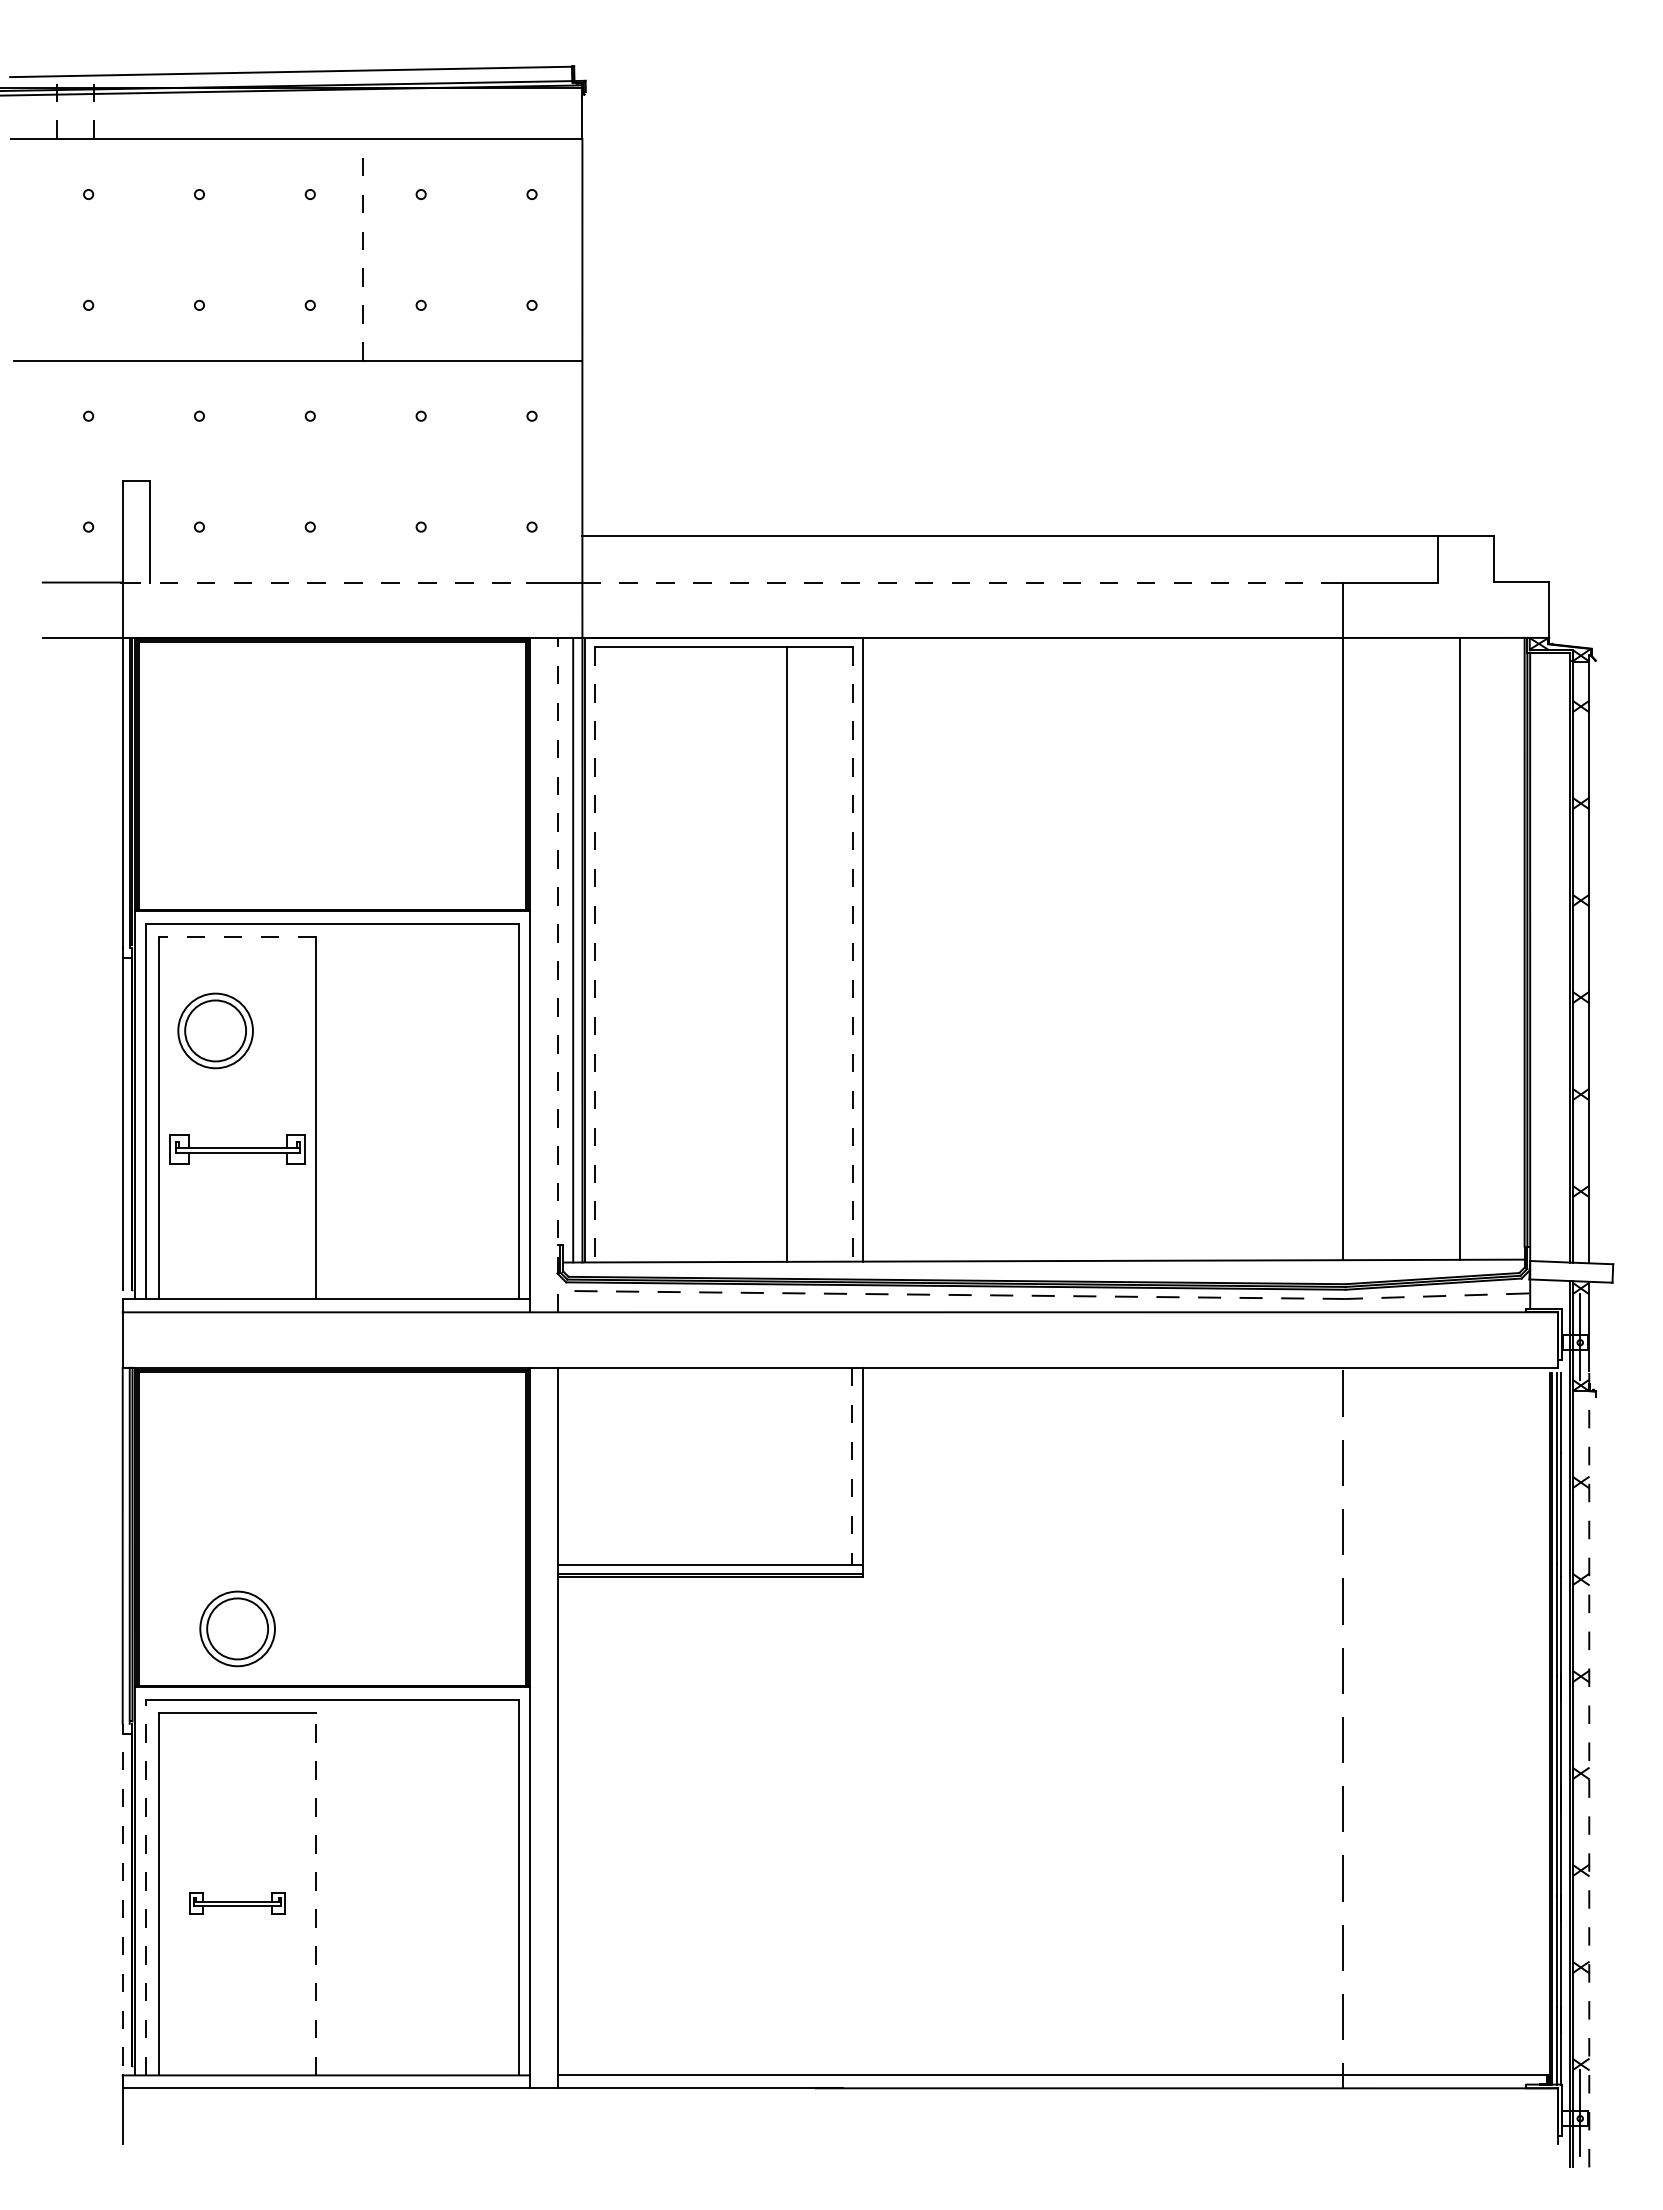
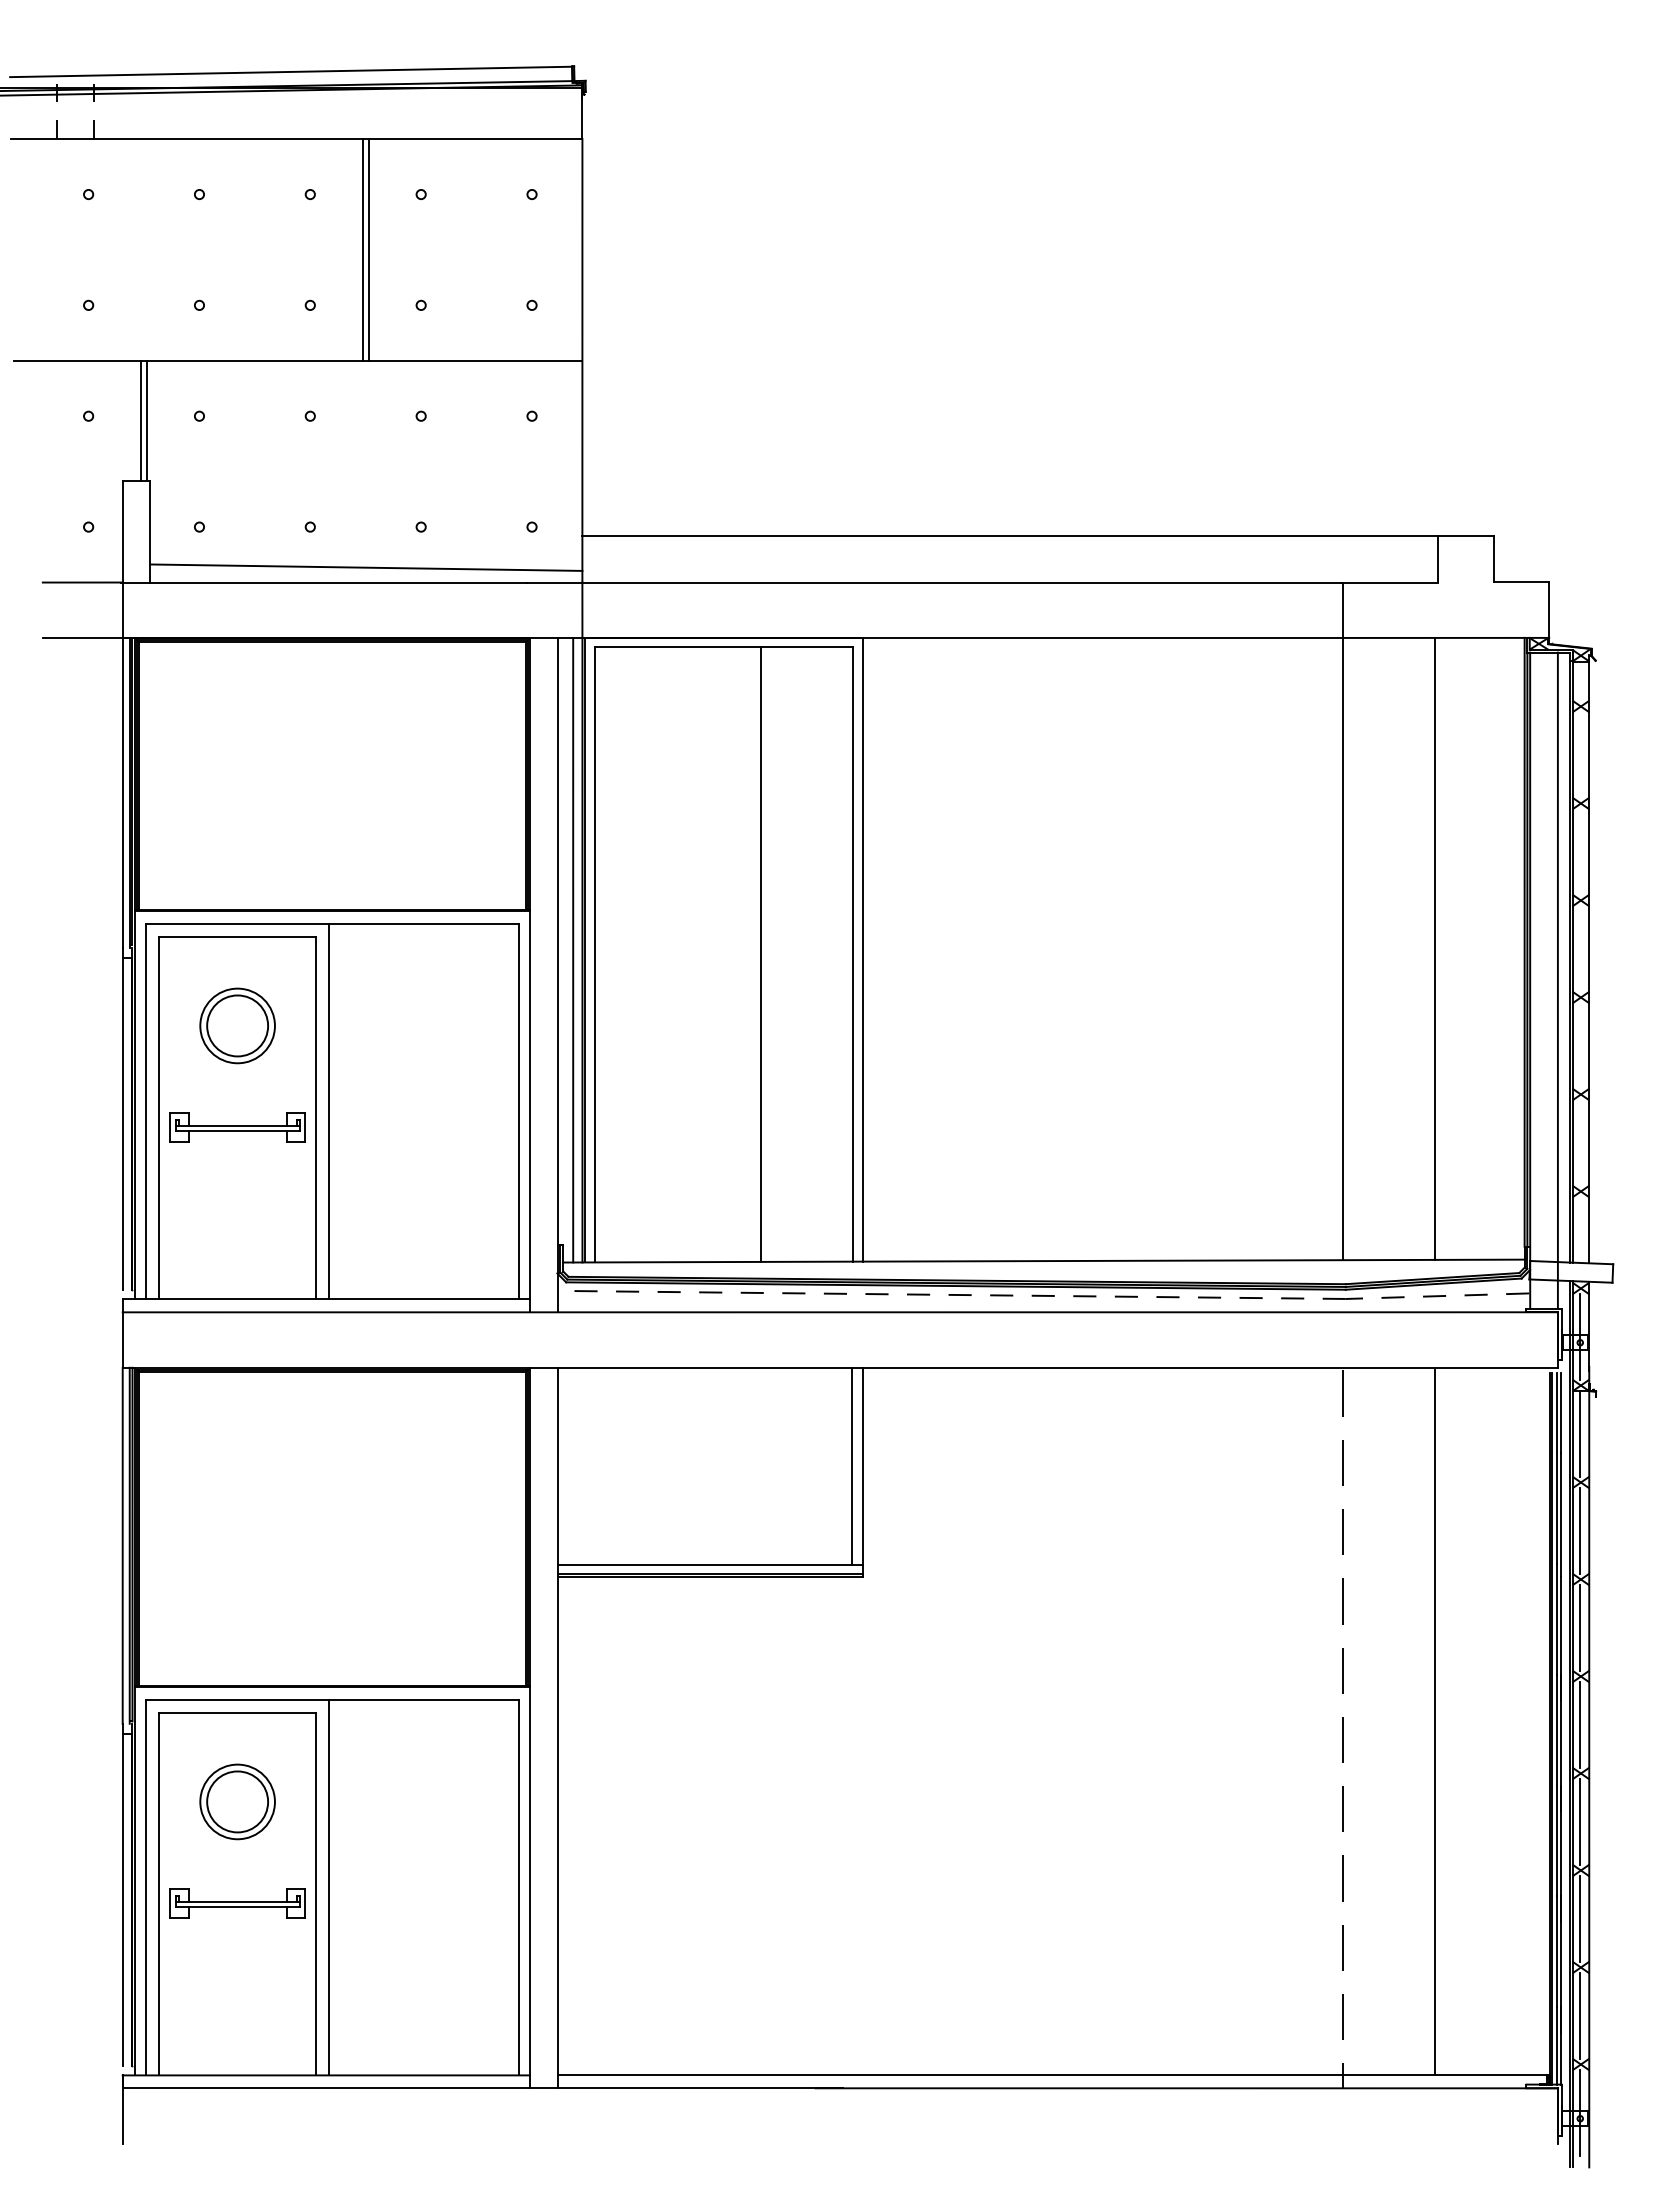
line at (362, 249): dashed -> solid
line at (368, 249): none -> present
line at (141, 420): none -> present
line at (146, 420): none -> present
line at (366, 567): none -> present
line at (325, 582): dashed -> solid
line at (963, 582): dashed -> solid
line at (237, 937): dashed -> solid
line at (1459, 948) position: (1459, 948) -> (1434, 948)
line at (786, 954) position: (786, 954) -> (760, 954)
line at (594, 955): dashed -> solid
line at (853, 955): dashed -> solid
line at (557, 974): dashed -> solid
line at (1557, 980): none -> present
part at (215, 1030) position: (215, 1030) -> (237, 1025)
line at (329, 1111): none -> present
part at (237, 1149) position: (237, 1149) -> (237, 1127)
line at (1580, 1433): none -> present
line at (851, 1466): dashed -> solid
line at (1580, 1530): none -> present
line at (1580, 1627): none -> present
part at (237, 1628) position: (237, 1628) -> (237, 1801)
line at (1434, 1722): none -> present
line at (1580, 1724): none -> present
line at (1589, 1766): dashed -> solid
line at (1580, 1821): none -> present
line at (146, 1887): dashed -> solid
line at (329, 1887): none -> present
line at (316, 1893): dashed -> solid
line at (122, 1894): dashed -> solid
part at (237, 1903) size: 97x23 px -> 137x31 px
line at (1580, 1918): none -> present
line at (1580, 2015): none -> present
